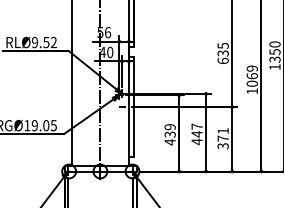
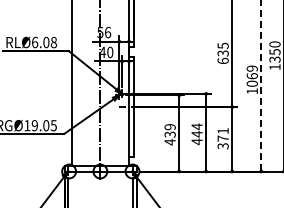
text at (44, 42): RLØ9.52 -> RLØ6.08
line at (261, 85): solid -> dashed
text at (196, 126): 447 -> 444
